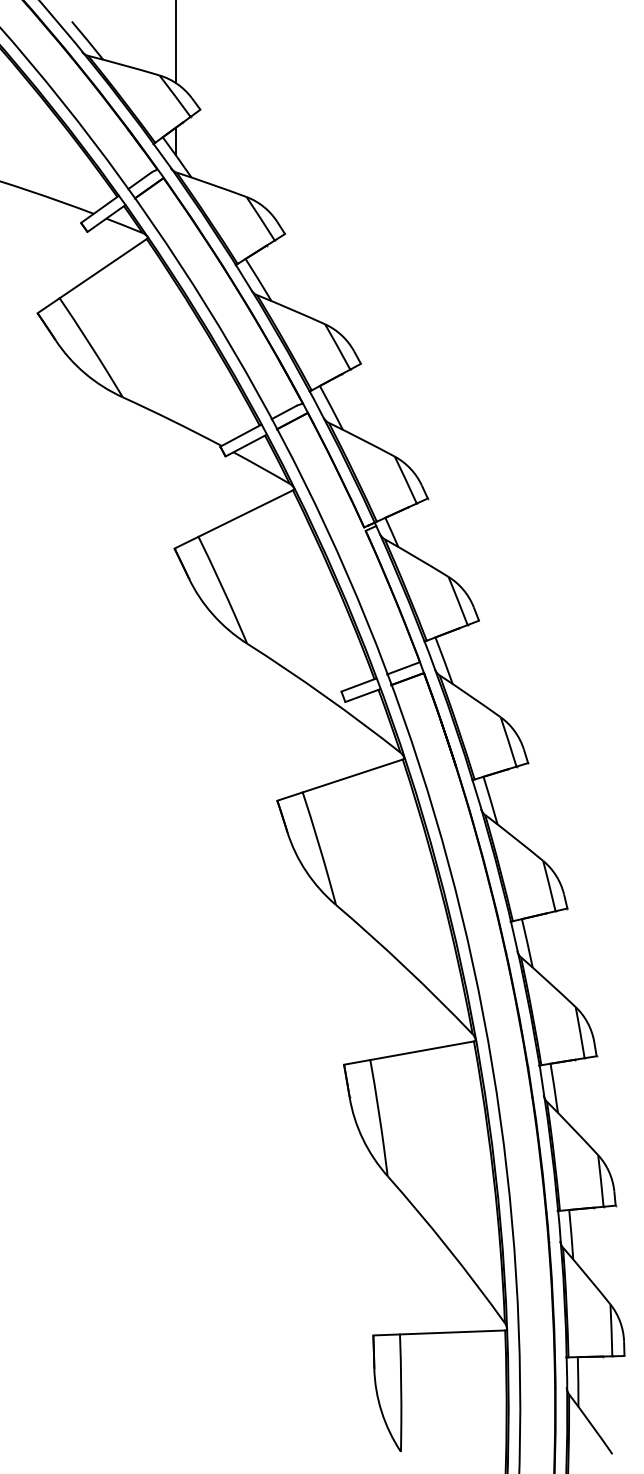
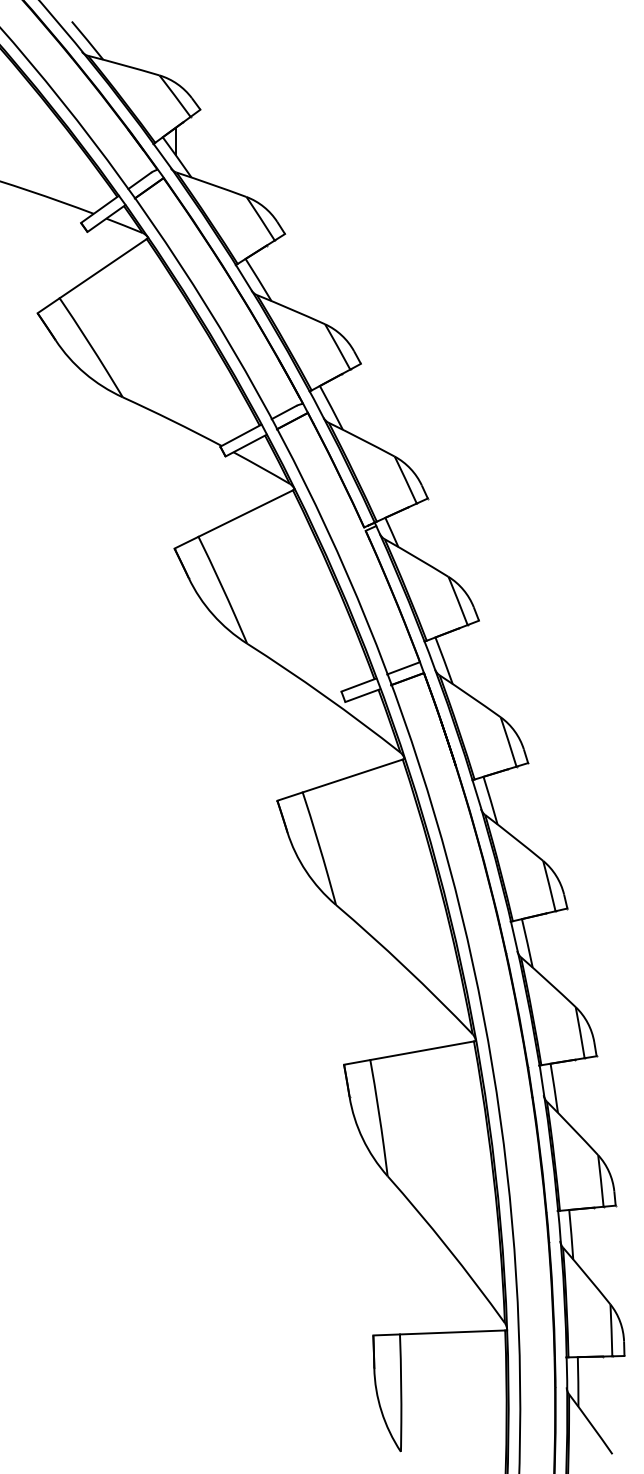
line at (175, 42): present -> none
